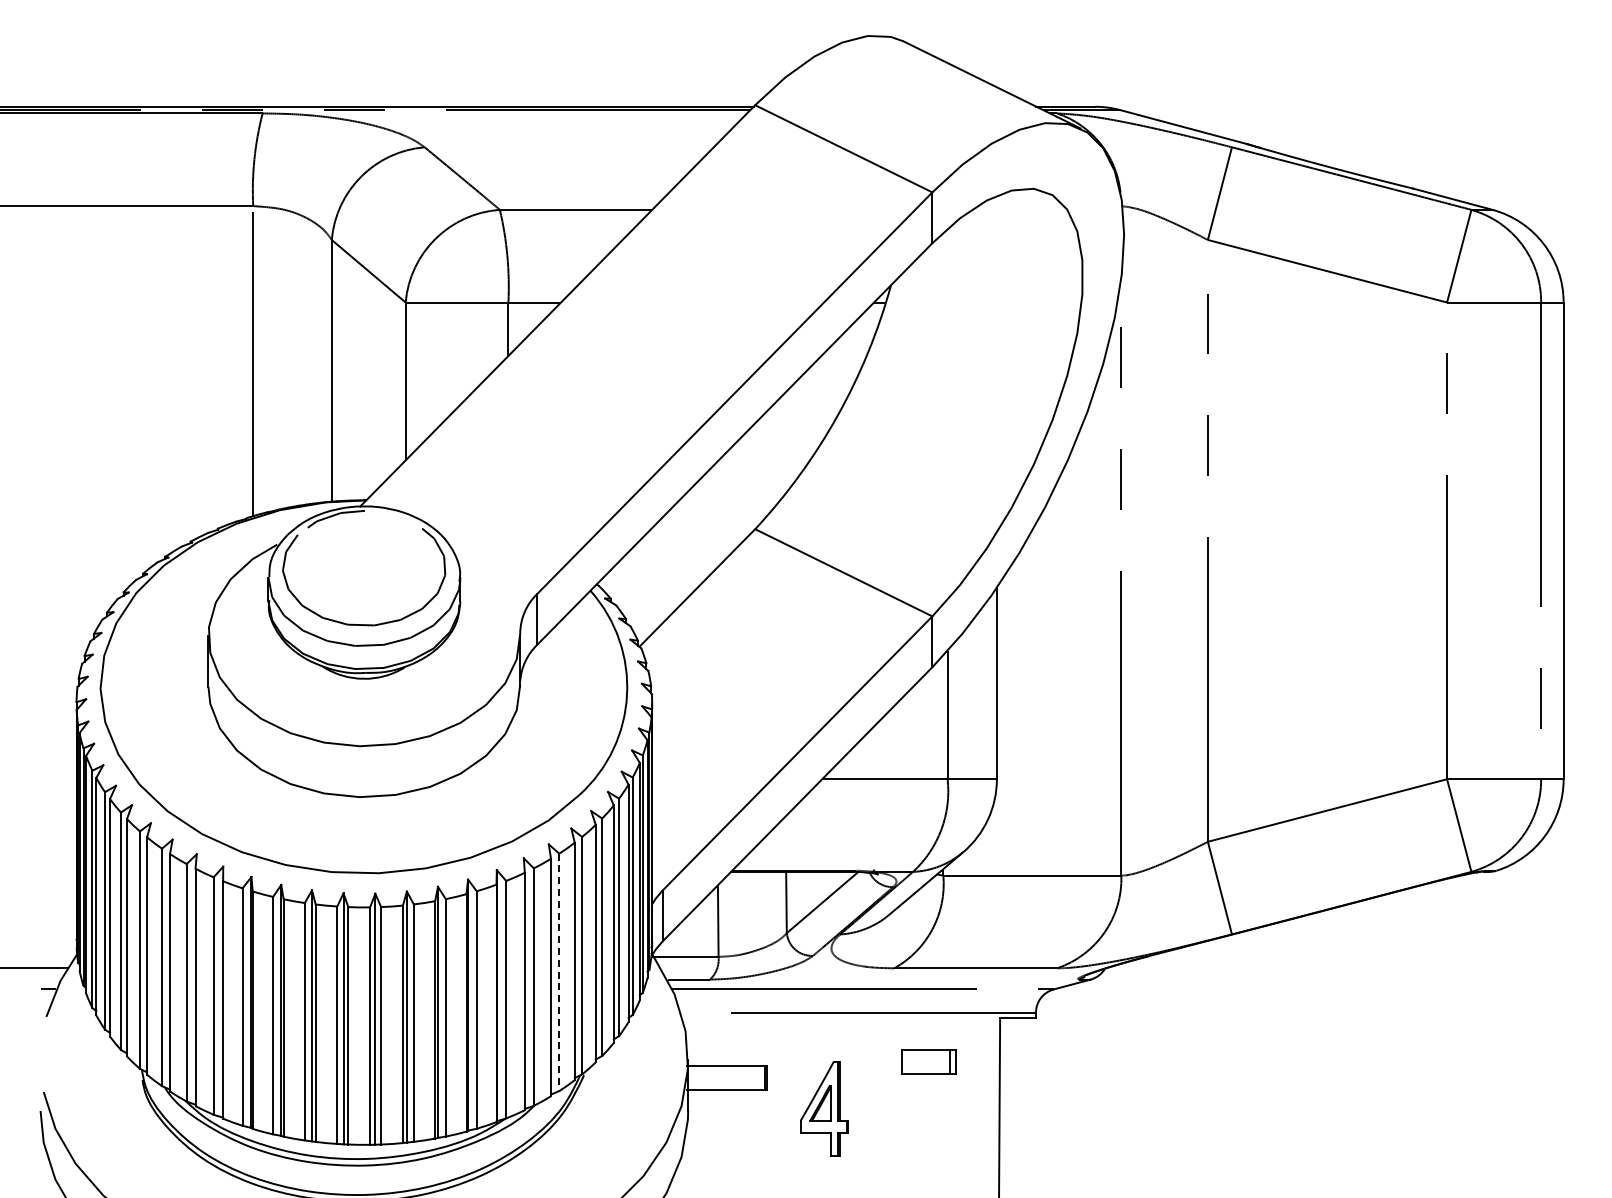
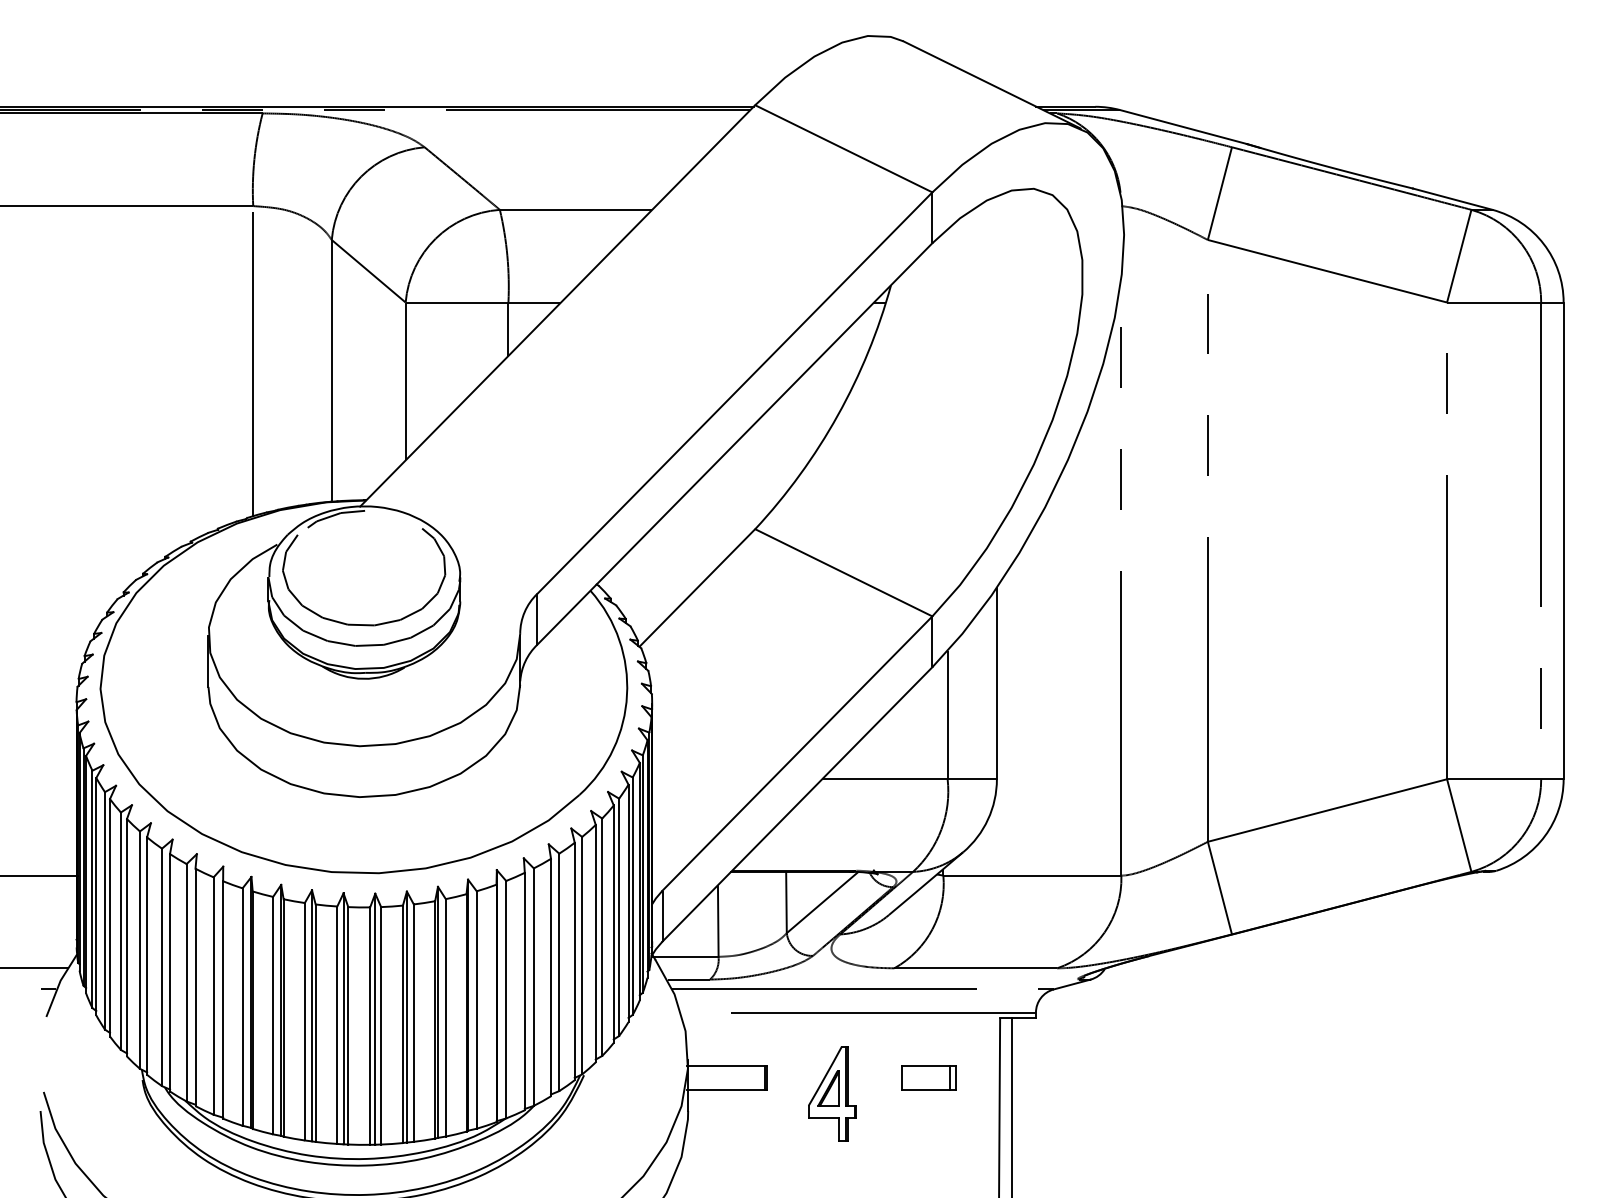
line at (40, 875): none -> present
line at (559, 972): dashed -> solid
part at (928, 1061) position: (928, 1061) -> (928, 1077)
line at (1011, 1106): none -> present
part at (824, 1108) position: (824, 1108) -> (832, 1093)
